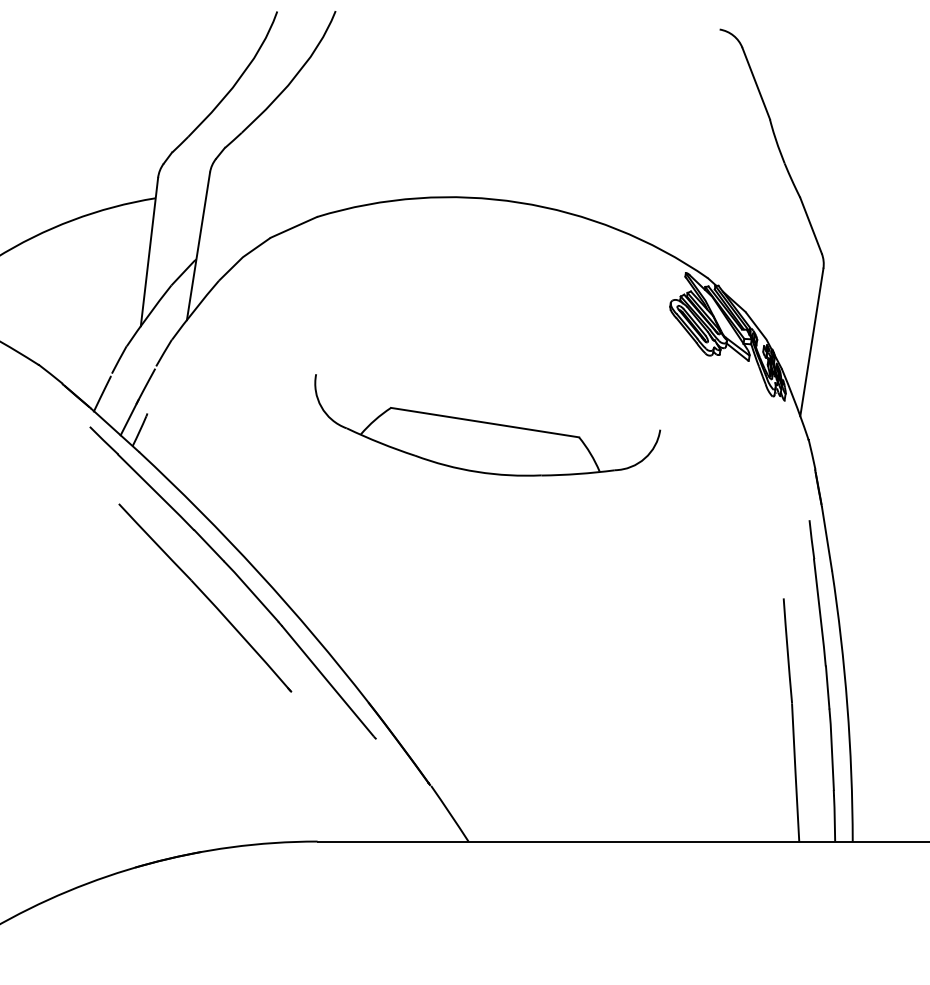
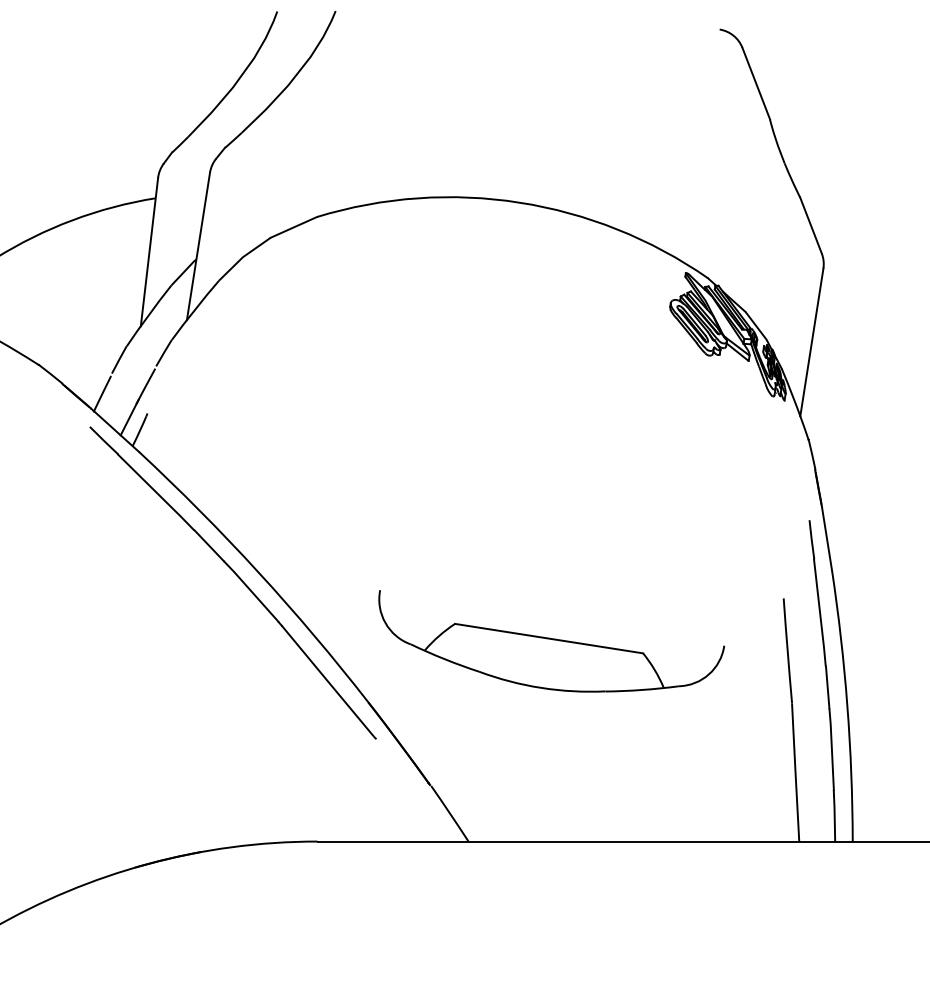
part at (487, 425) position: (487, 425) -> (551, 641)
part at (205, 597): present -> none
